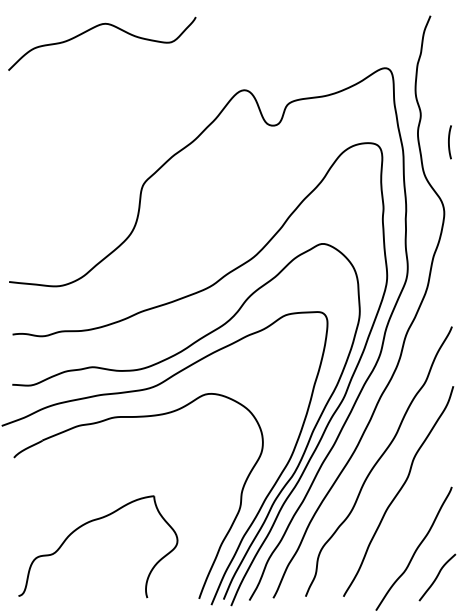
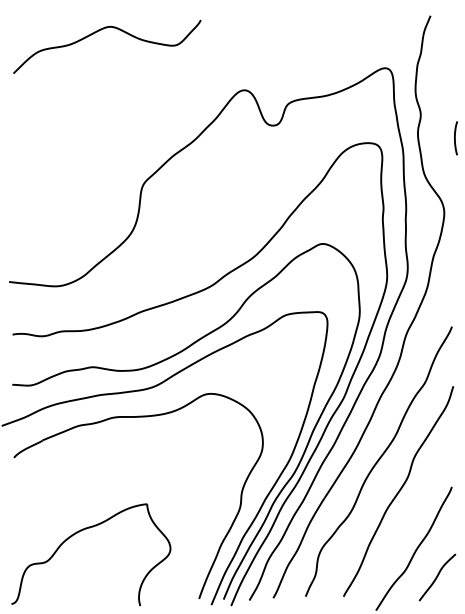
curve at (94, 28) position: (94, 28) -> (99, 31)
line at (449, 142) position: (449, 142) -> (455, 138)
part at (86, 524) position: (86, 524) -> (79, 532)
